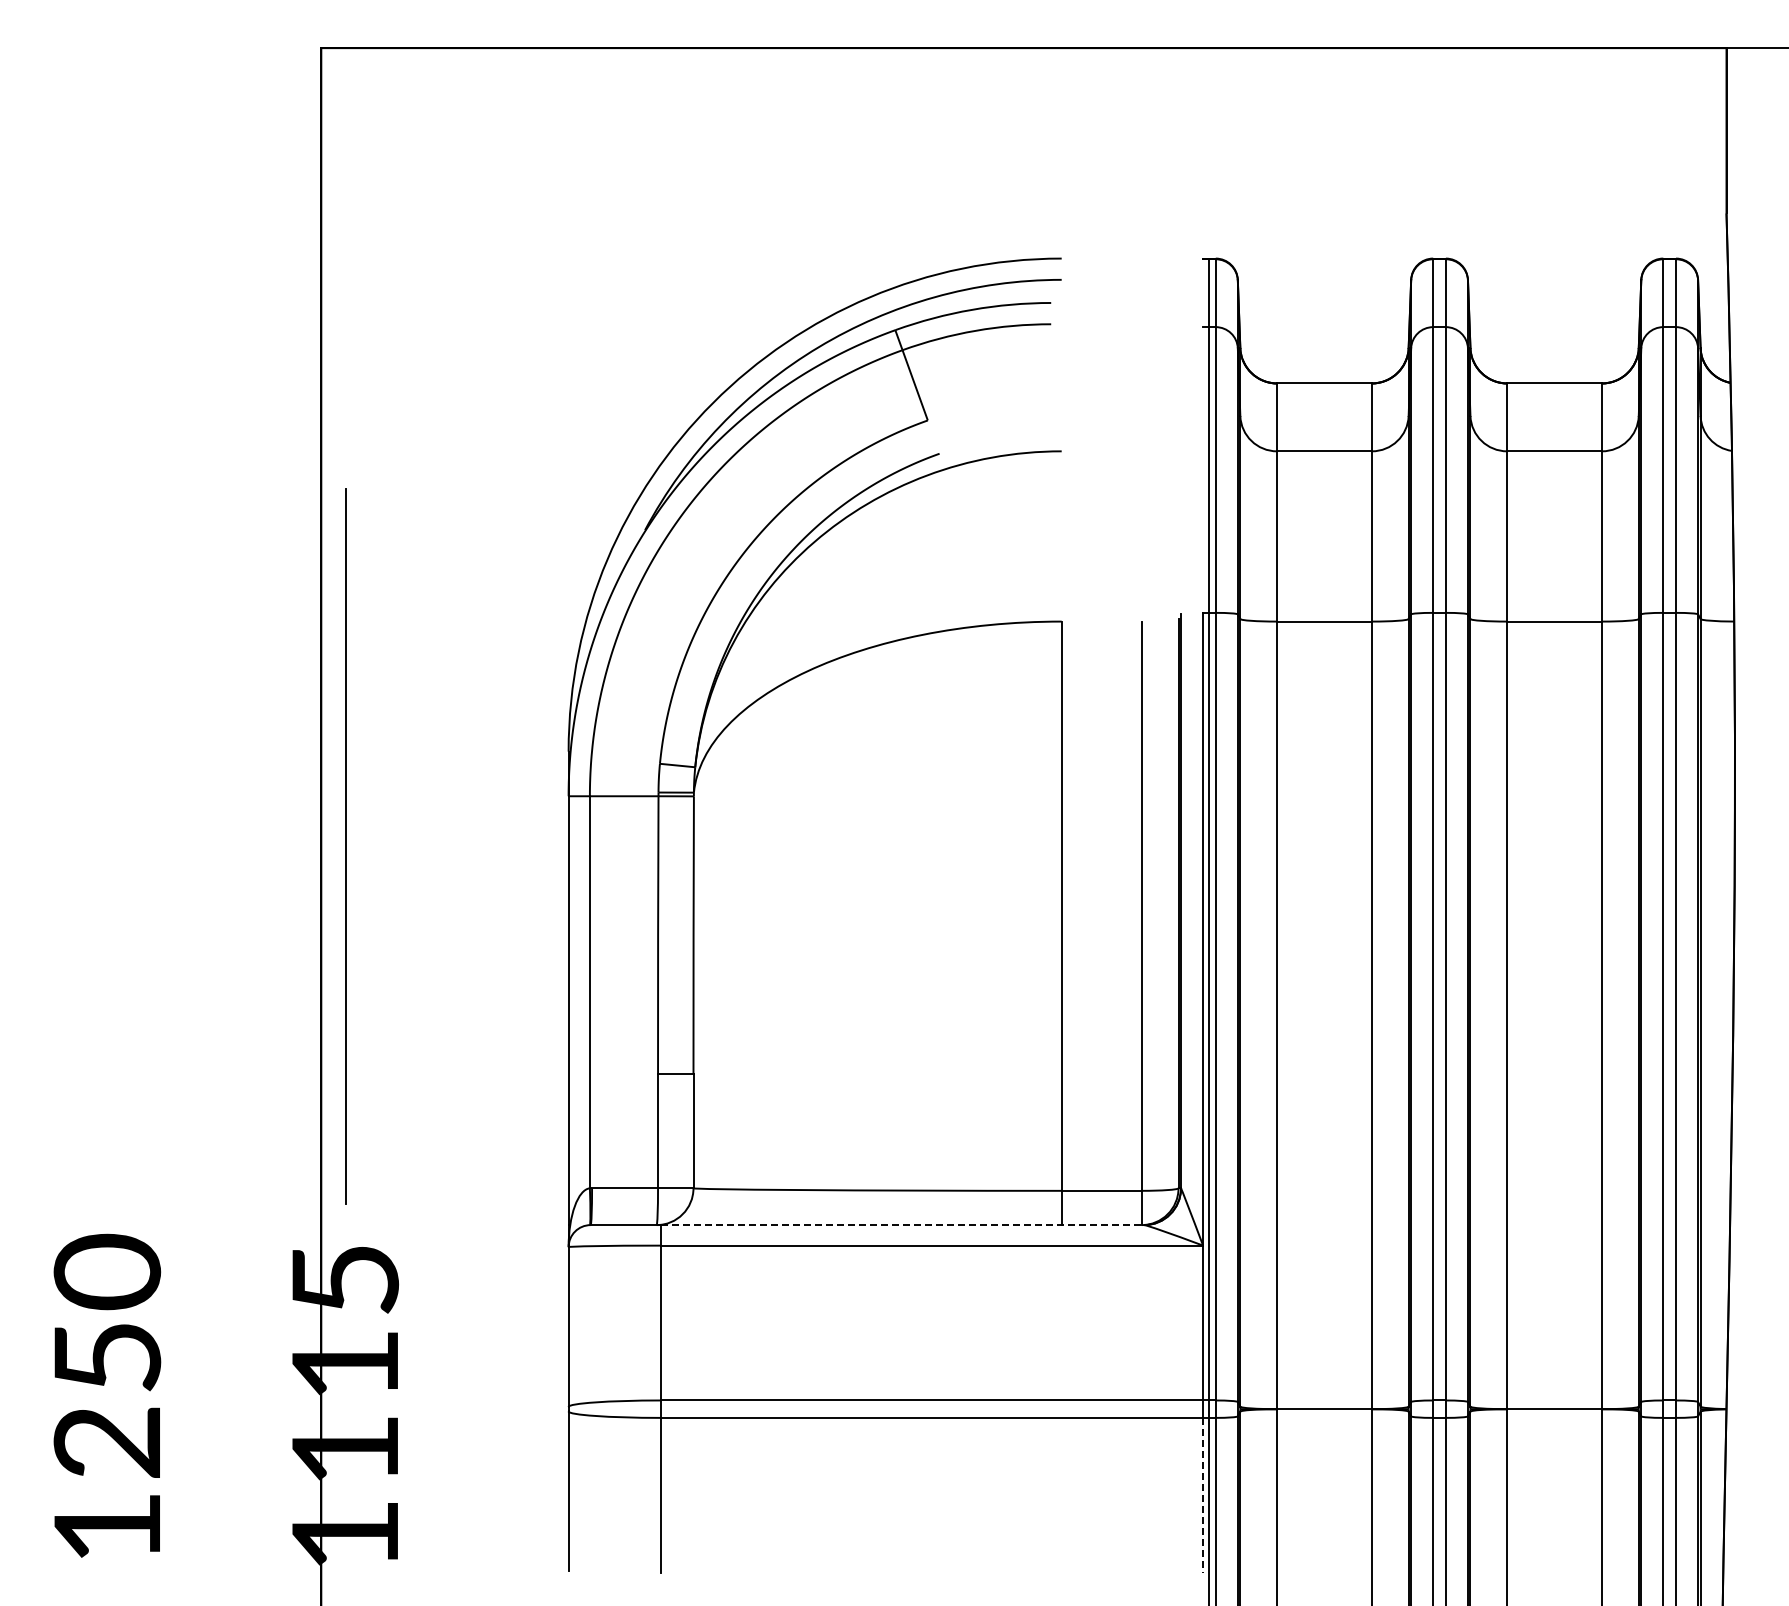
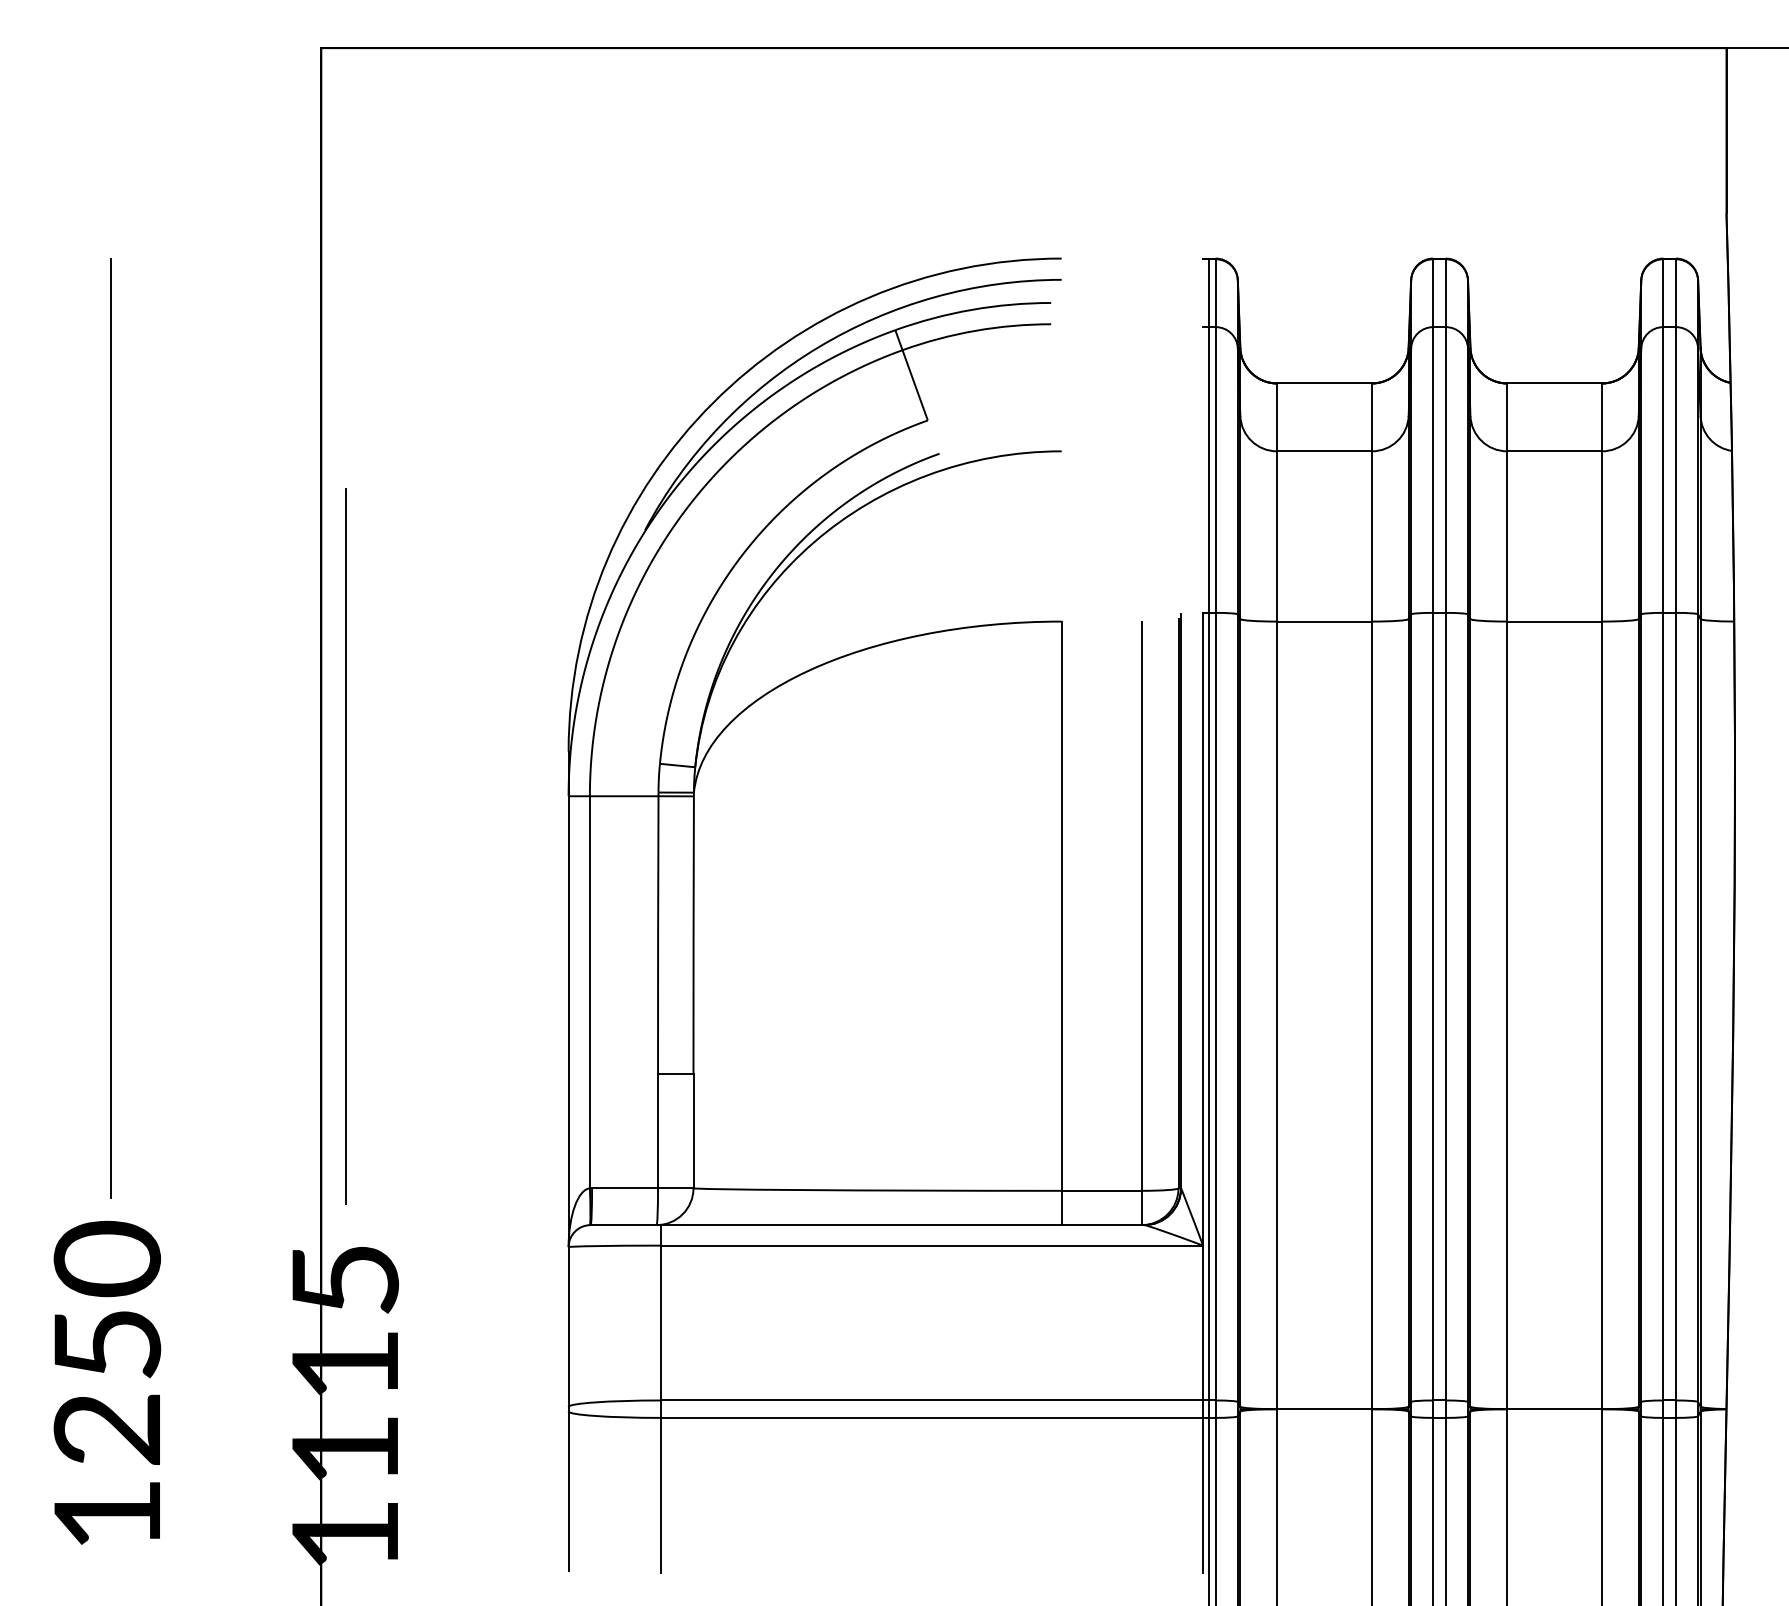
line at (111, 728): none -> present
line at (902, 1225): dashed -> solid
text at (107, 1395) position: (107, 1395) -> (107, 1382)
line at (1203, 1495): dashed -> solid
